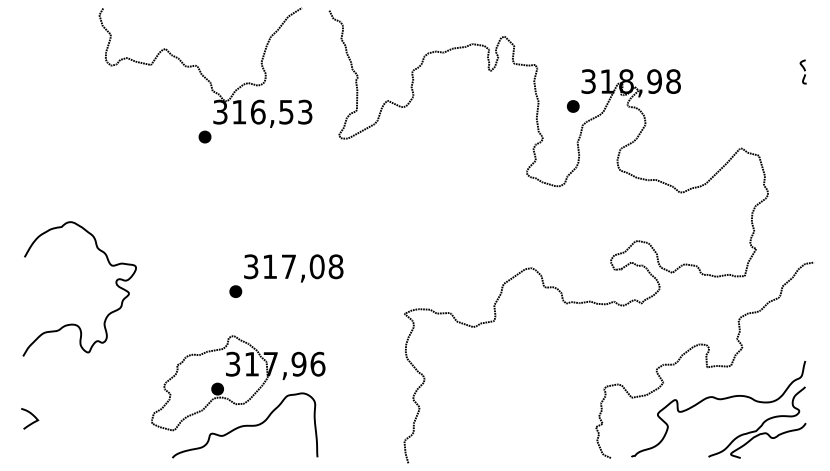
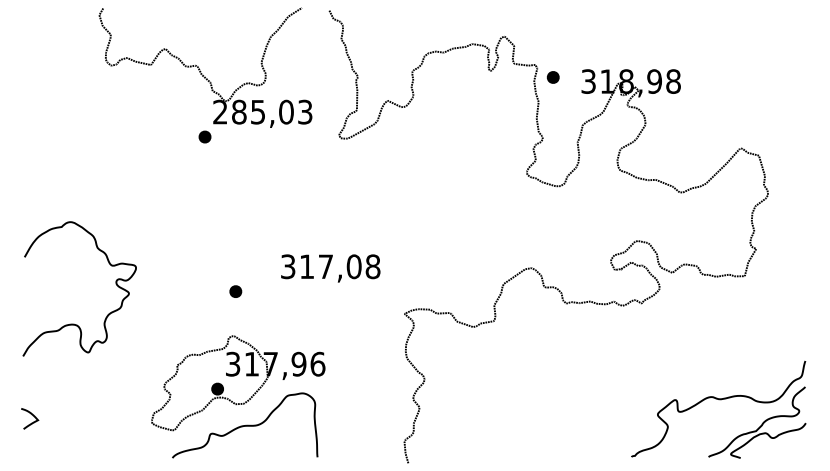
part at (802, 71): present -> none
part at (572, 106) position: (572, 106) -> (552, 77)
text at (253, 111): 316,53 -> 285,03
text at (293, 268) position: (293, 268) -> (330, 268)
curve at (705, 359): present -> none
